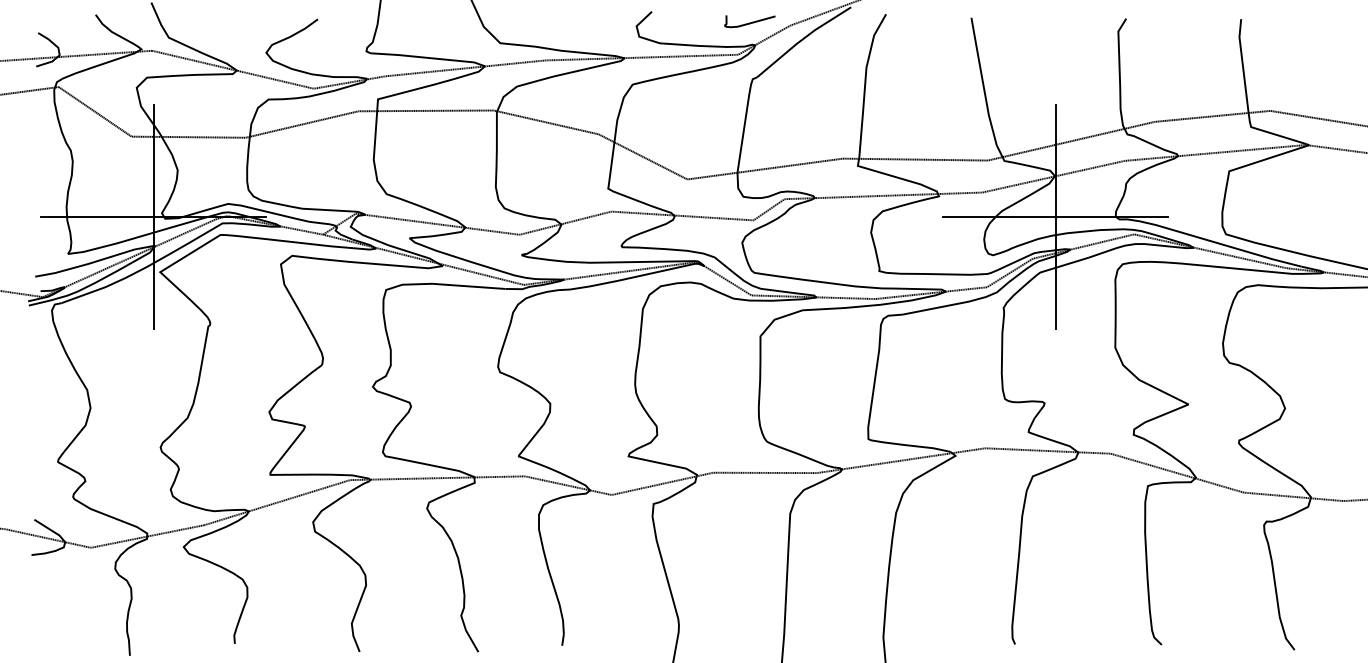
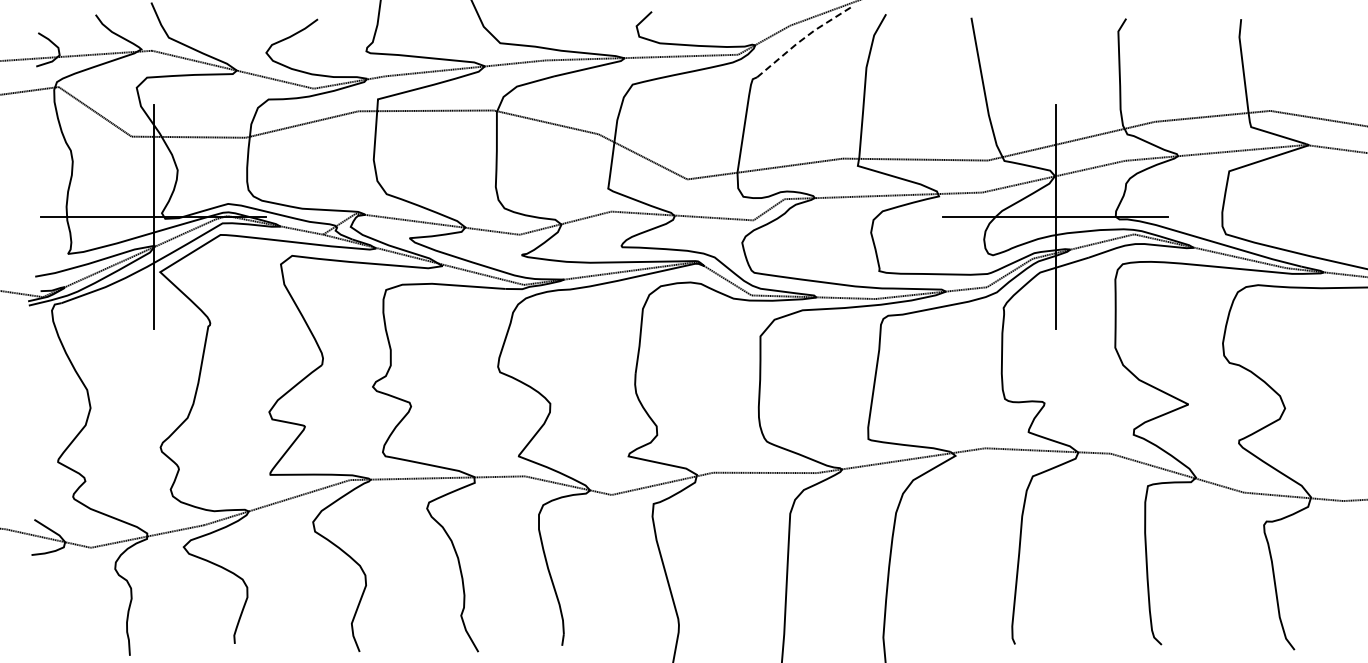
curve at (749, 22): present -> none
line at (802, 39): solid -> dashed
